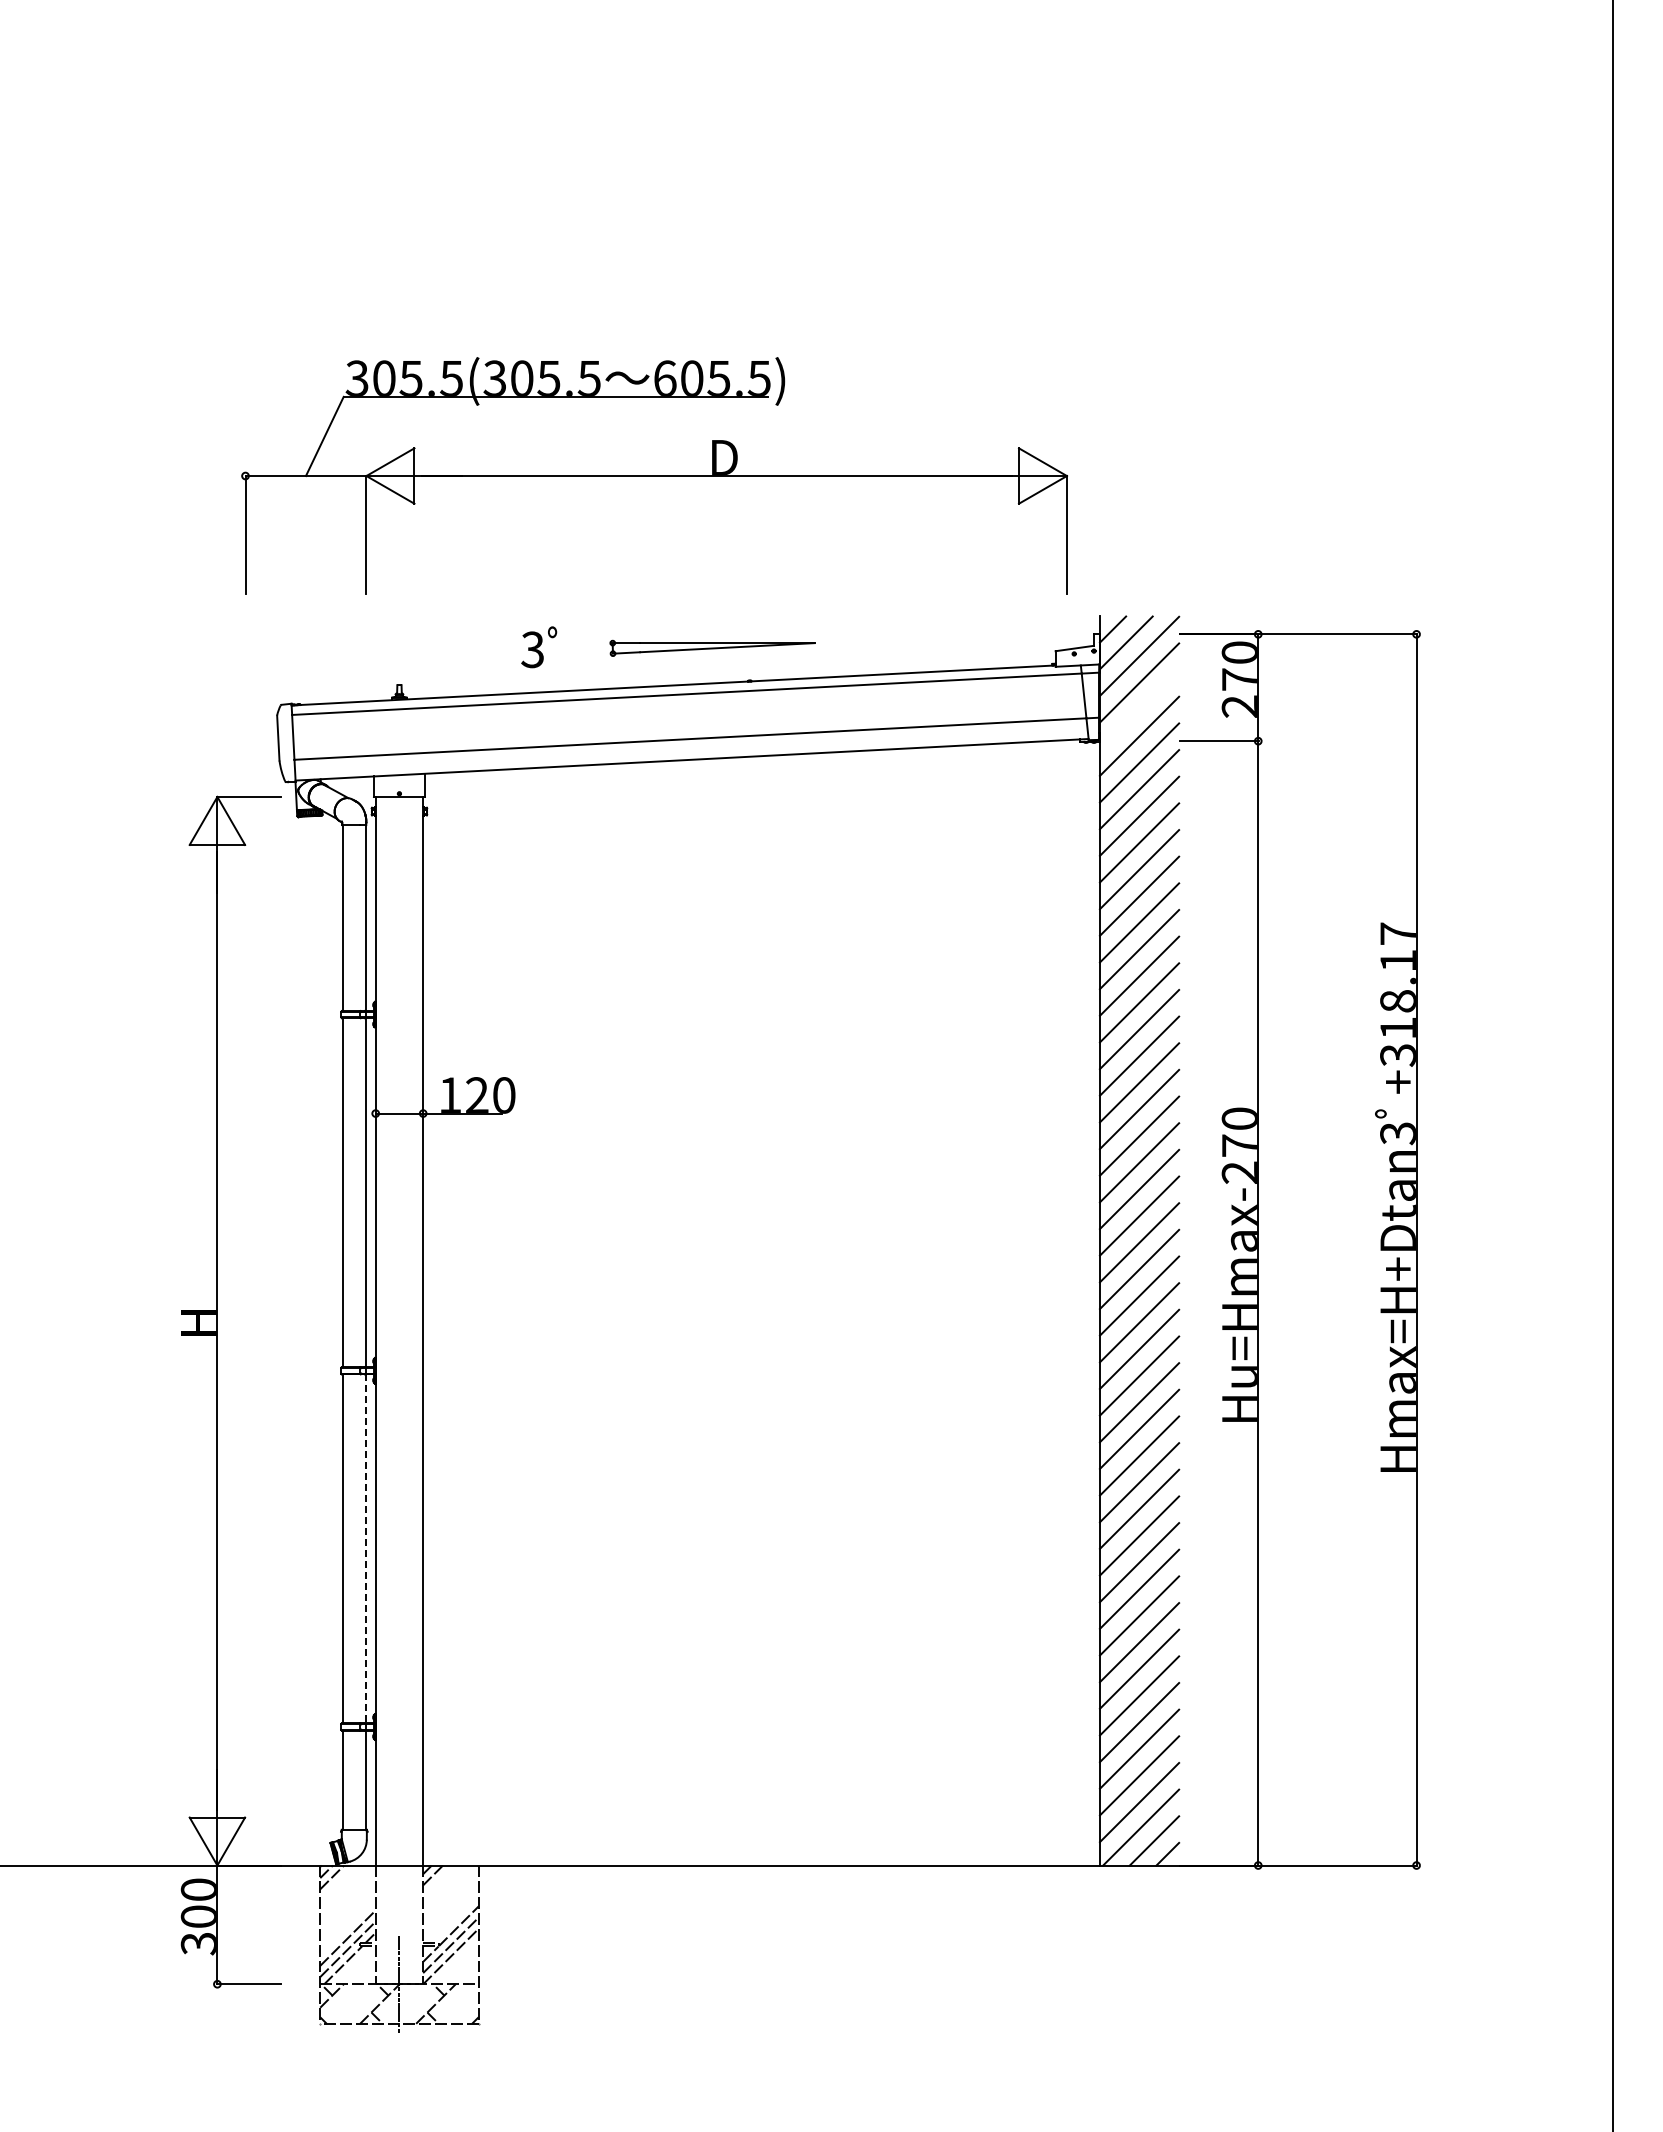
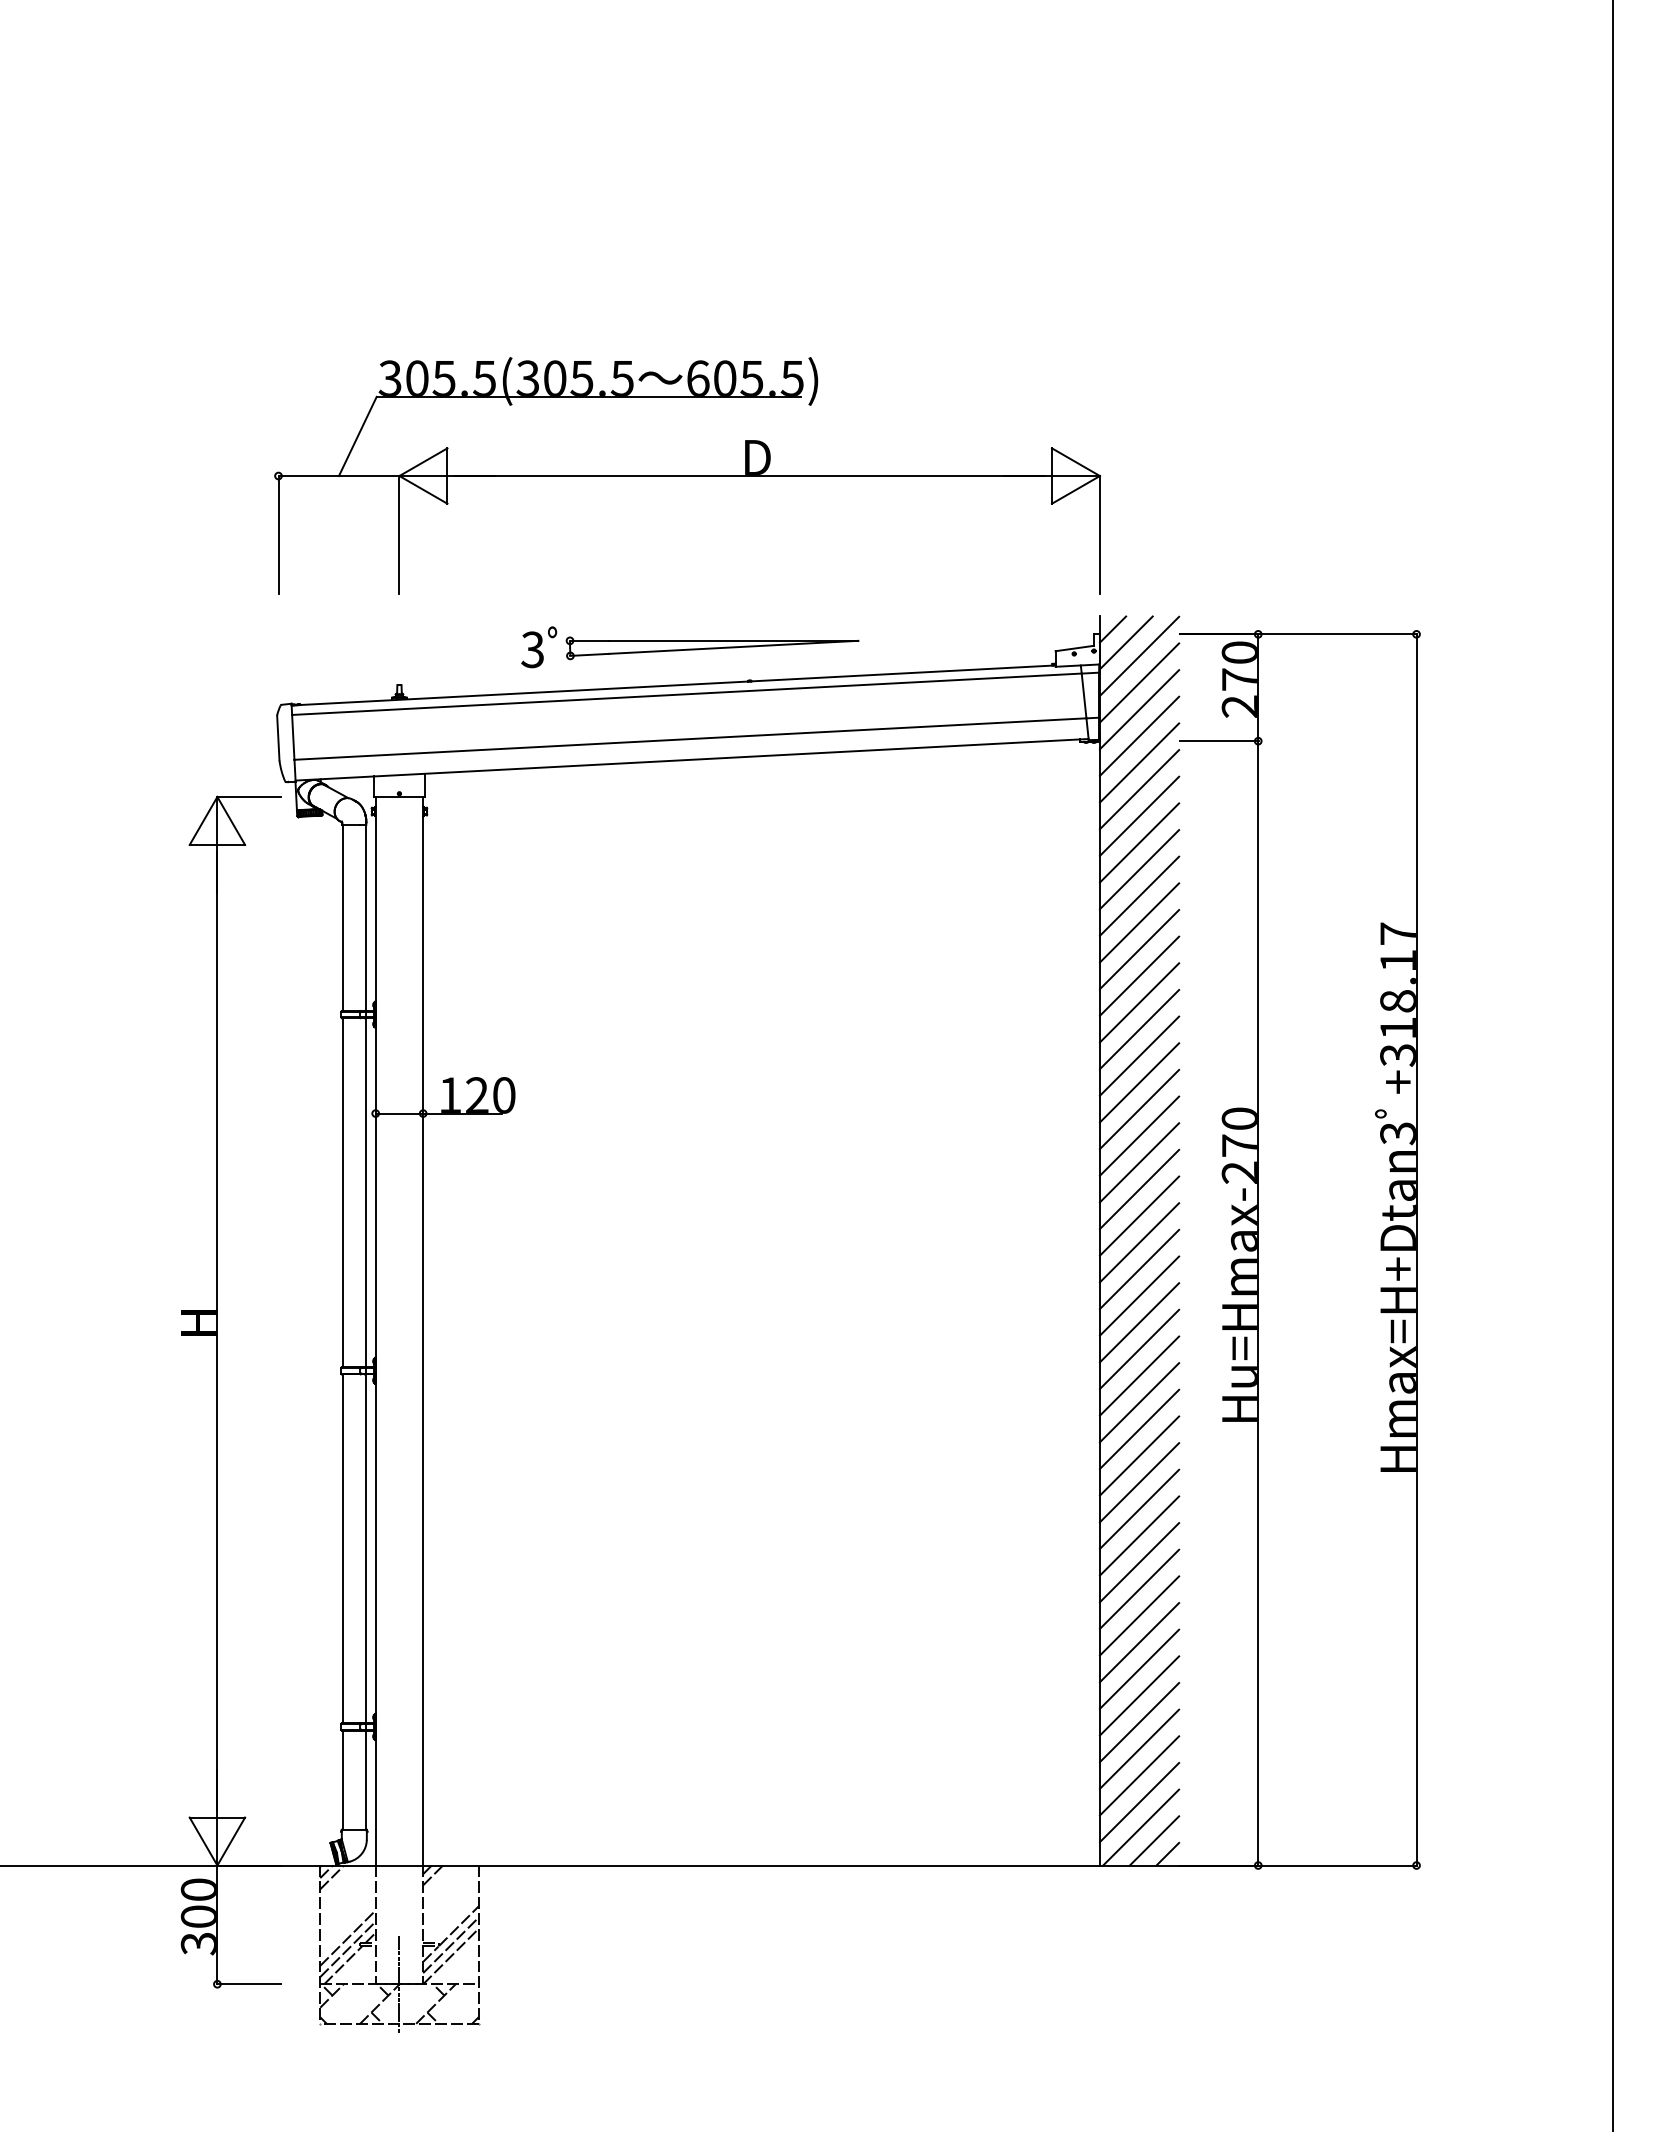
part at (654, 475) position: (654, 475) -> (687, 475)
part at (712, 647) size: 207x18 px -> 295x25 px
line at (1139, 709): none -> present
line at (366, 1548): dashed -> solid
